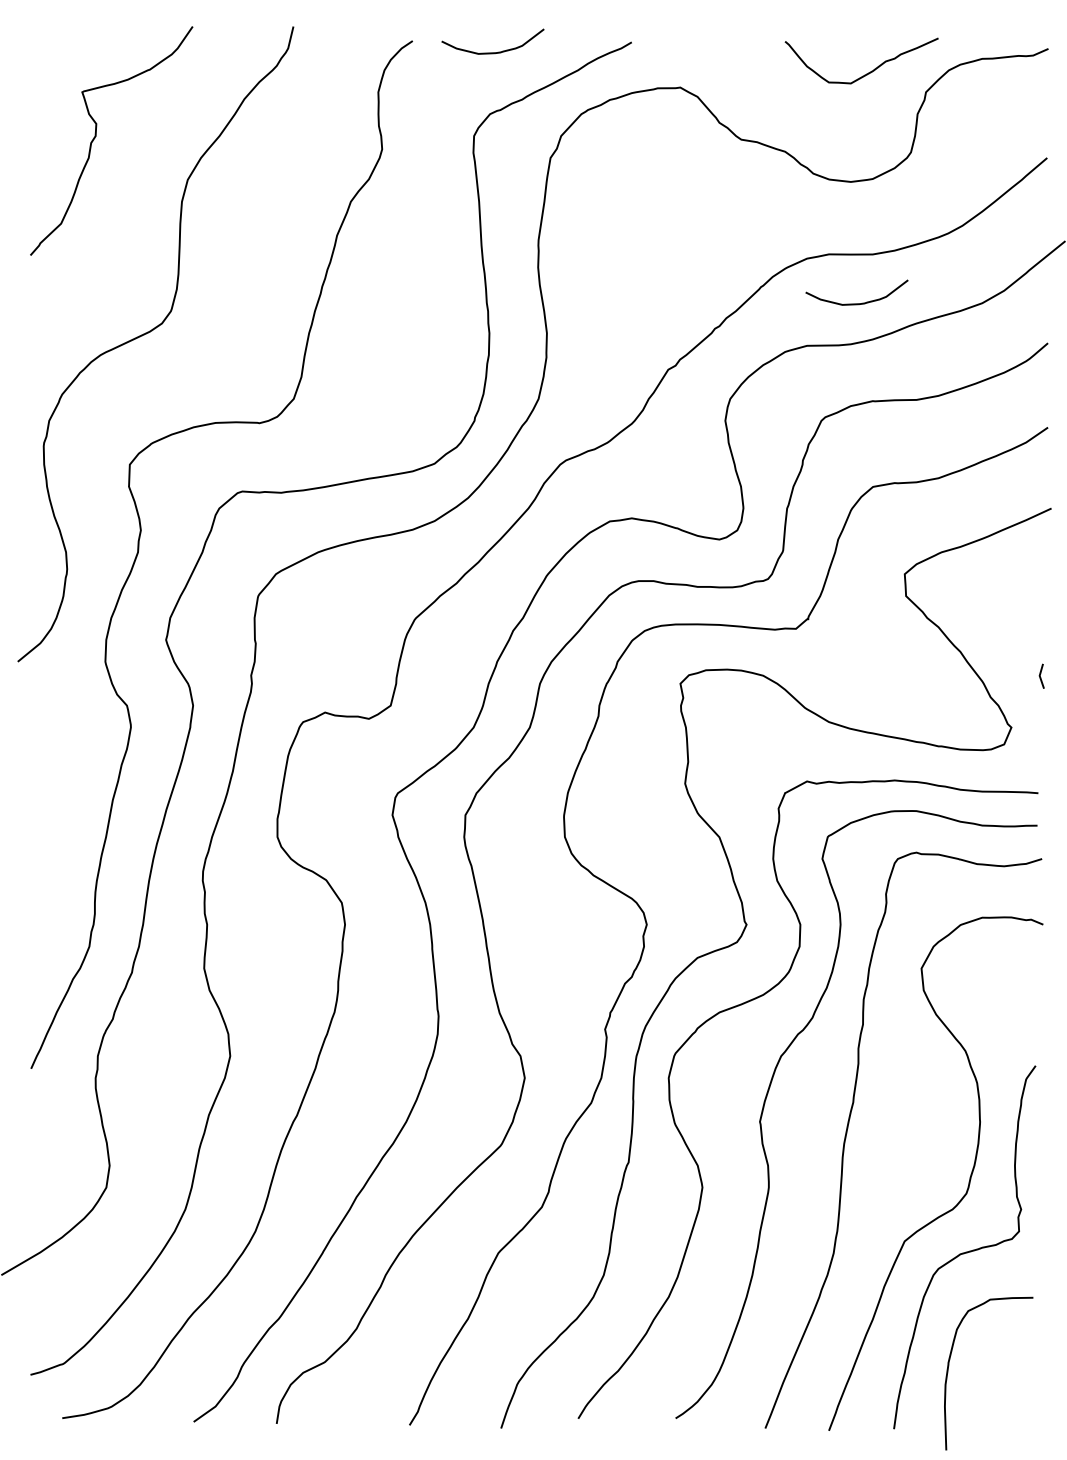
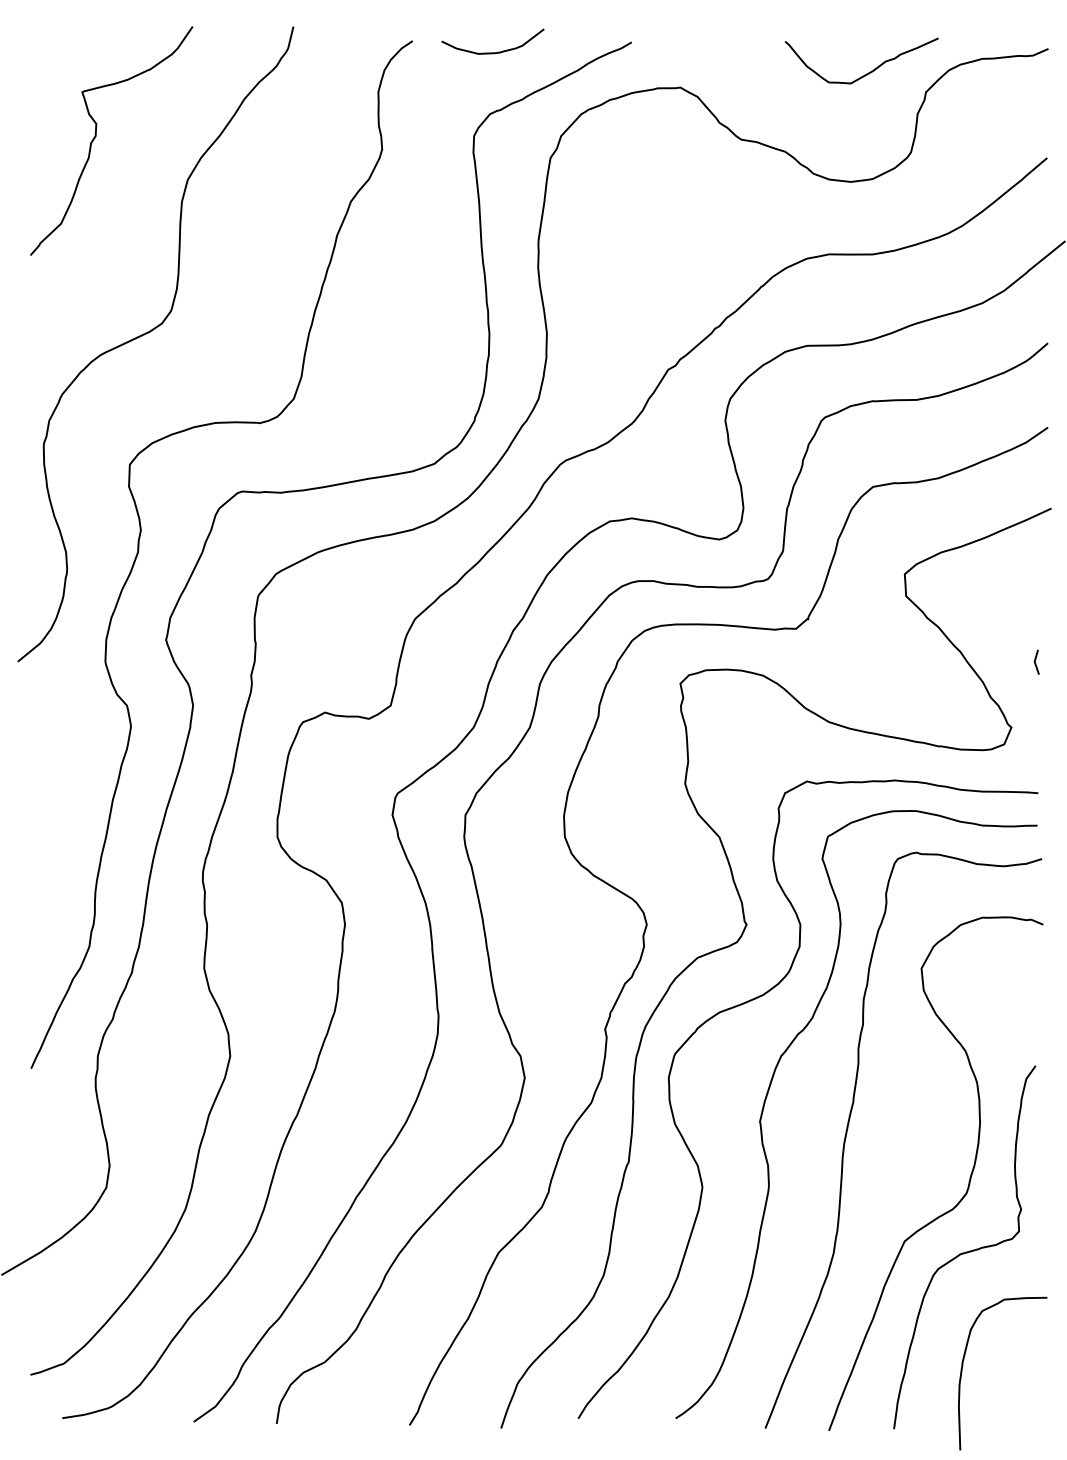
curve at (856, 303): present -> none
line at (1040, 675) position: (1040, 675) -> (1035, 661)
curve at (949, 1366) position: (949, 1366) -> (963, 1366)
